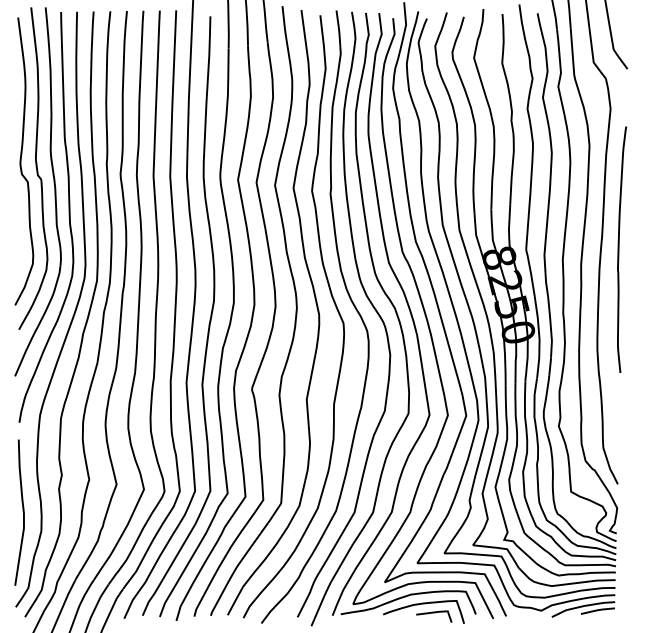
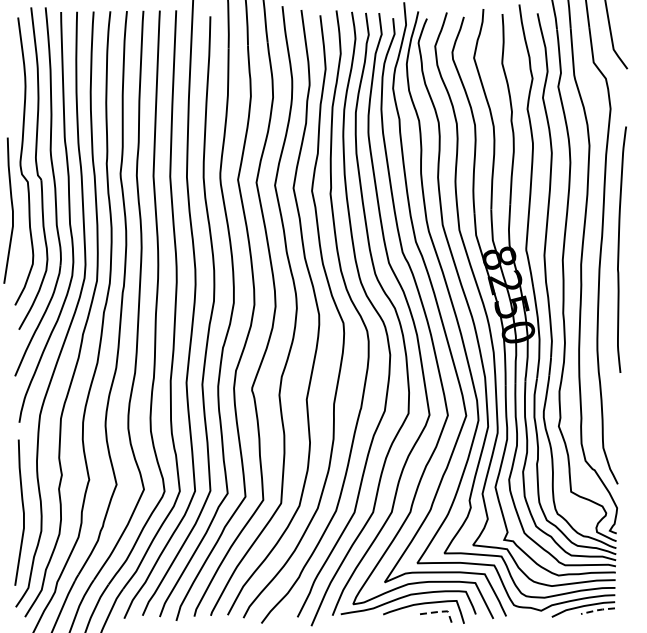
curve at (11, 209): none -> present
line at (597, 610): solid -> dashed
line at (438, 611): solid -> dashed
